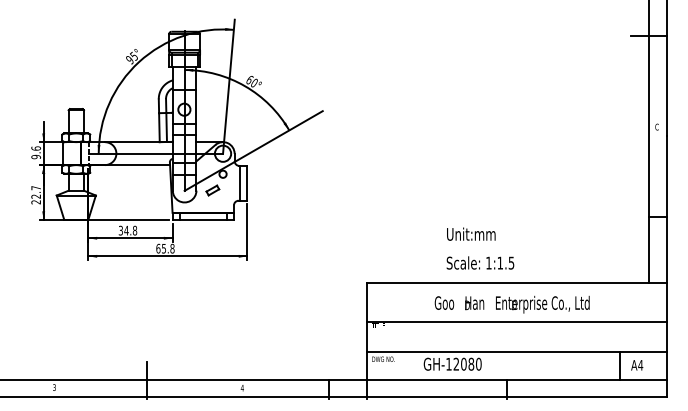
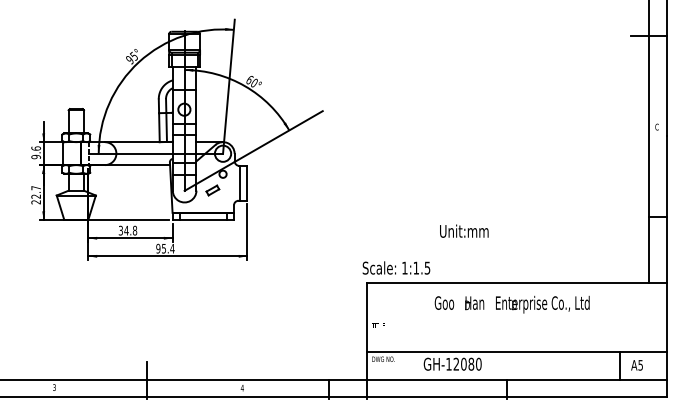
text at (471, 233) position: (471, 233) -> (464, 230)
text at (165, 248): 65.8 -> 95.4
text at (480, 262) position: (480, 262) -> (396, 267)
line at (517, 321): present -> none
text at (640, 365): A4 -> A5
